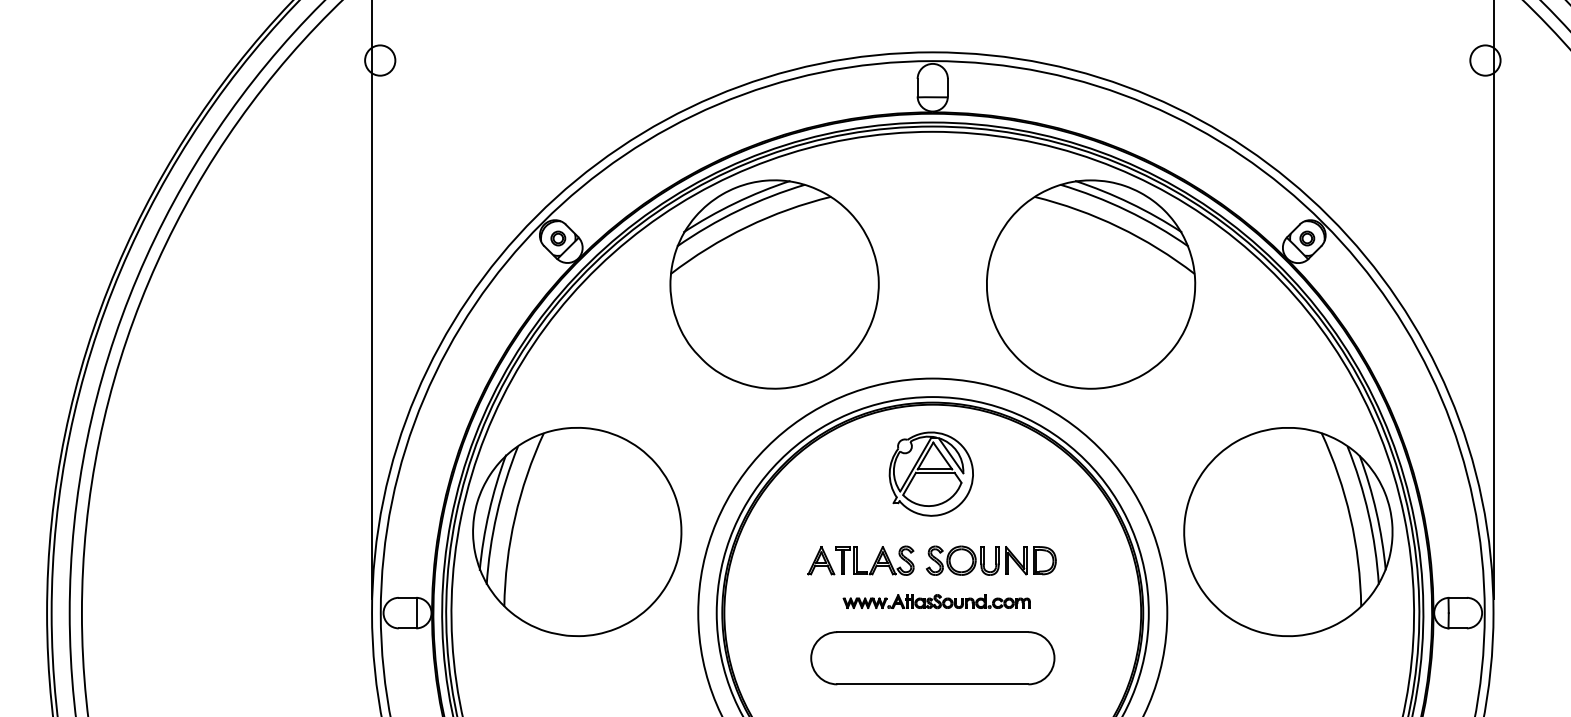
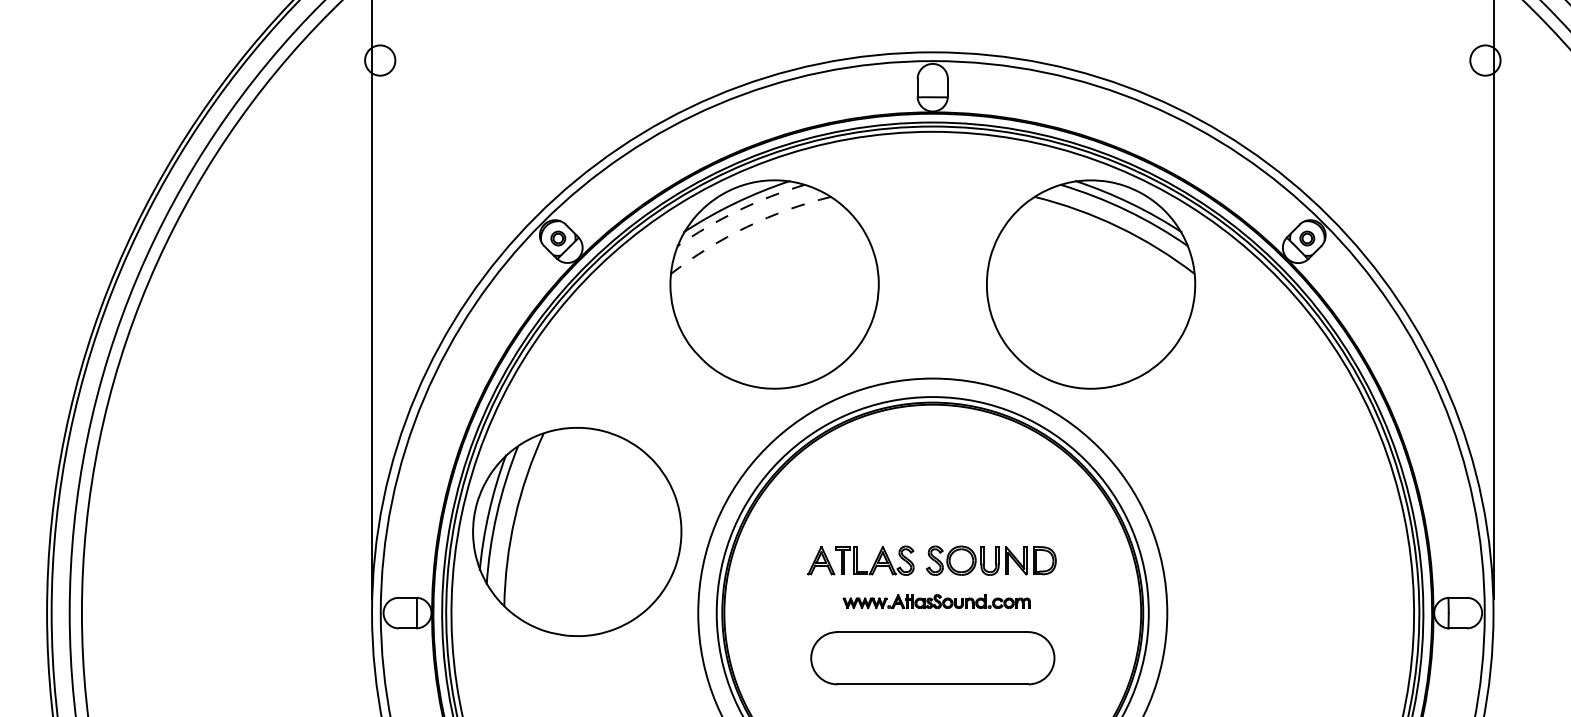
arc at (738, 210): solid -> dashed
arc at (746, 227): solid -> dashed
part at (930, 473): present -> none
part at (1288, 532): present -> none
